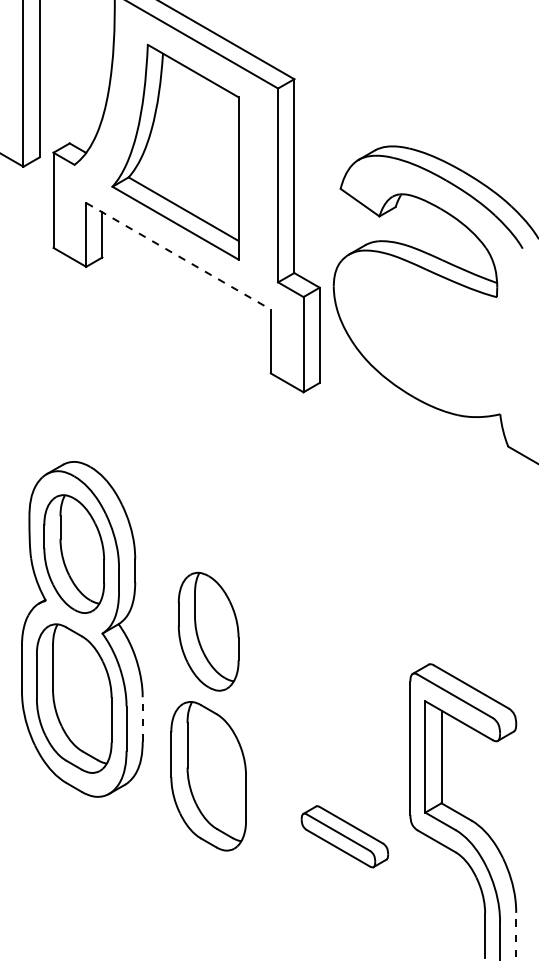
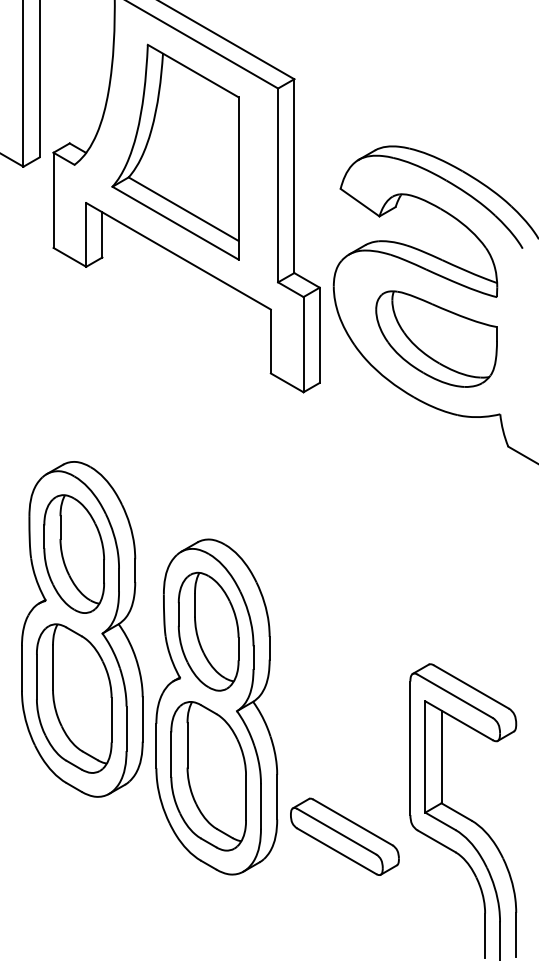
line at (178, 256): dashed -> solid
part at (436, 338): none -> present
part at (216, 706): none -> present
line at (142, 718): dashed -> solid
part at (344, 836) size: 89x64 px -> 110x79 px
line at (516, 934): dashed -> solid
